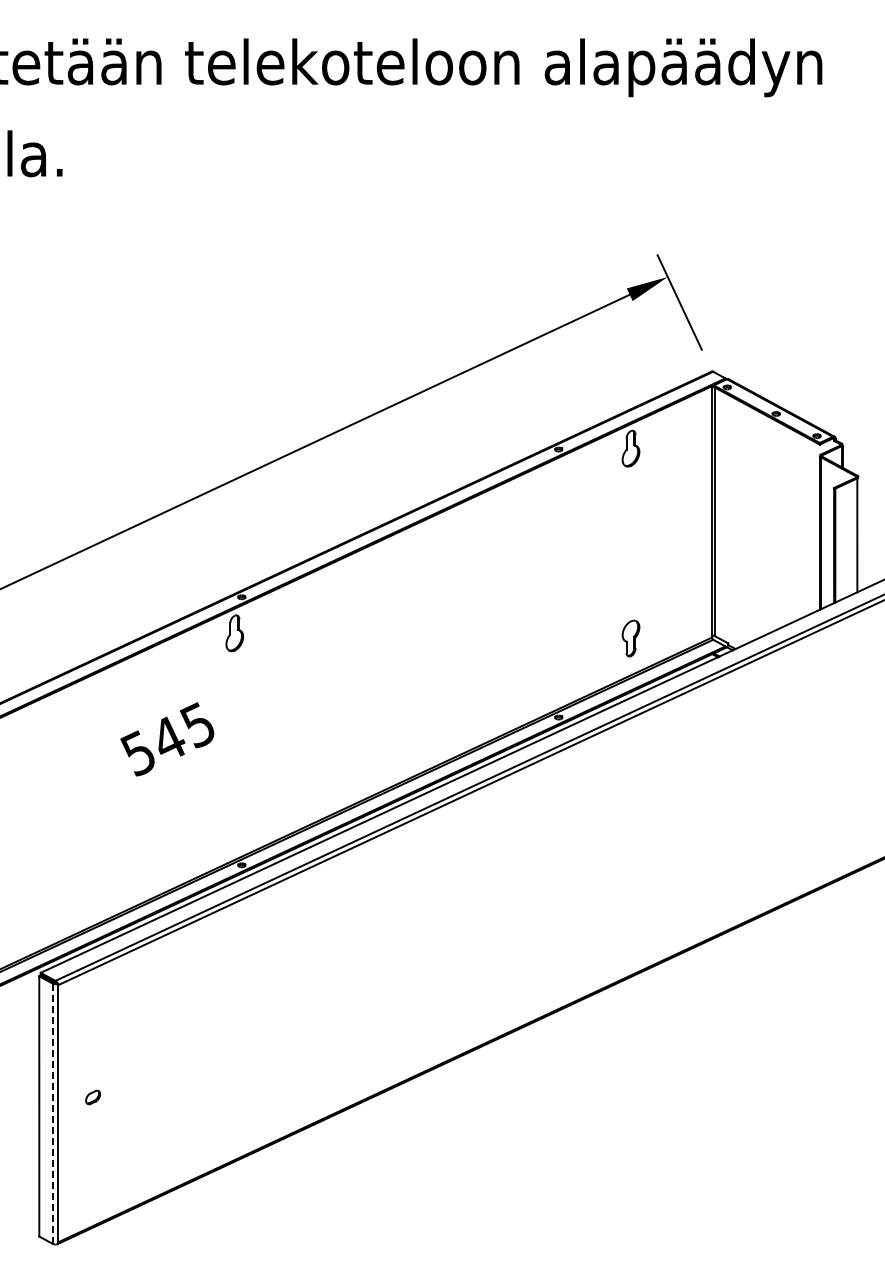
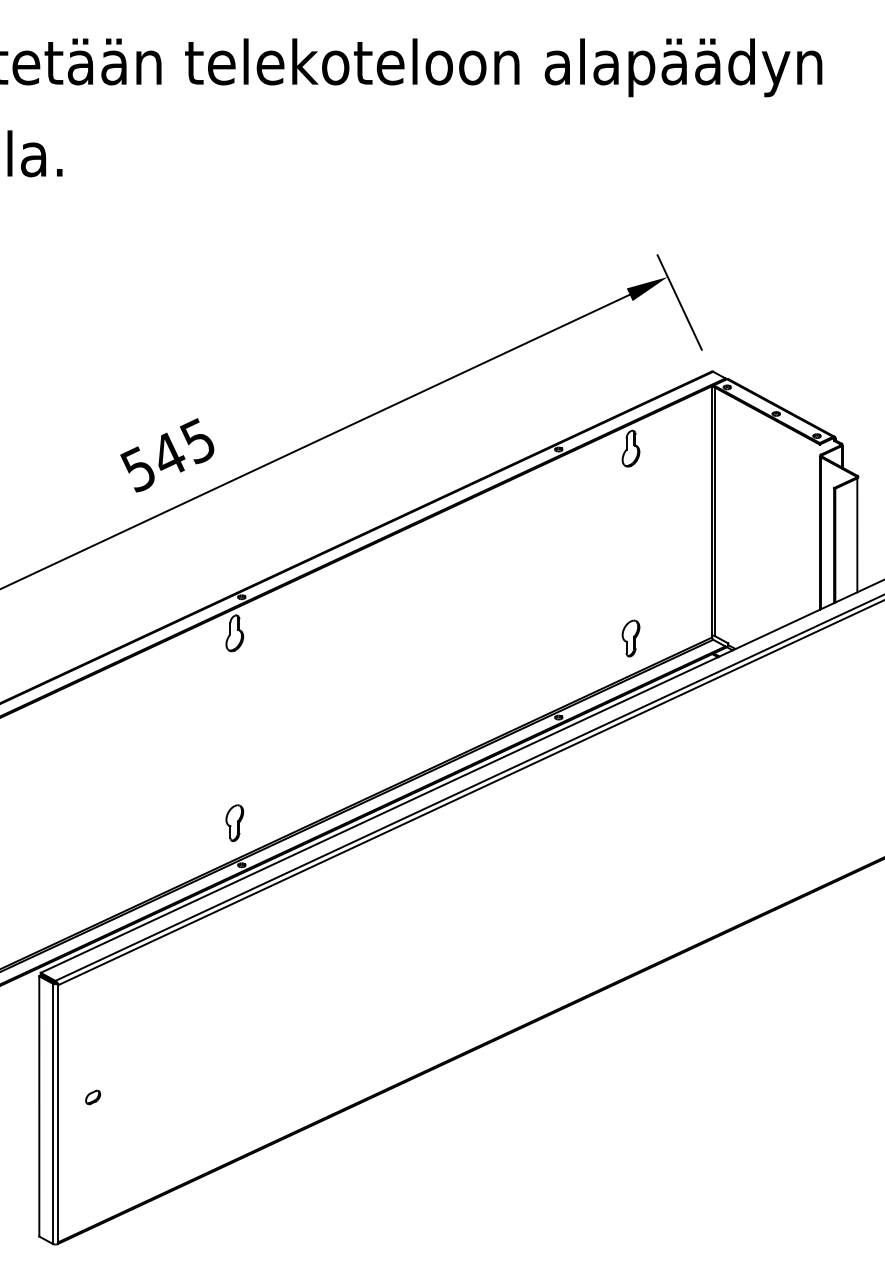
text at (167, 739) position: (167, 739) -> (167, 455)
part at (234, 822): none -> present
line at (52, 1113): dashed -> solid
